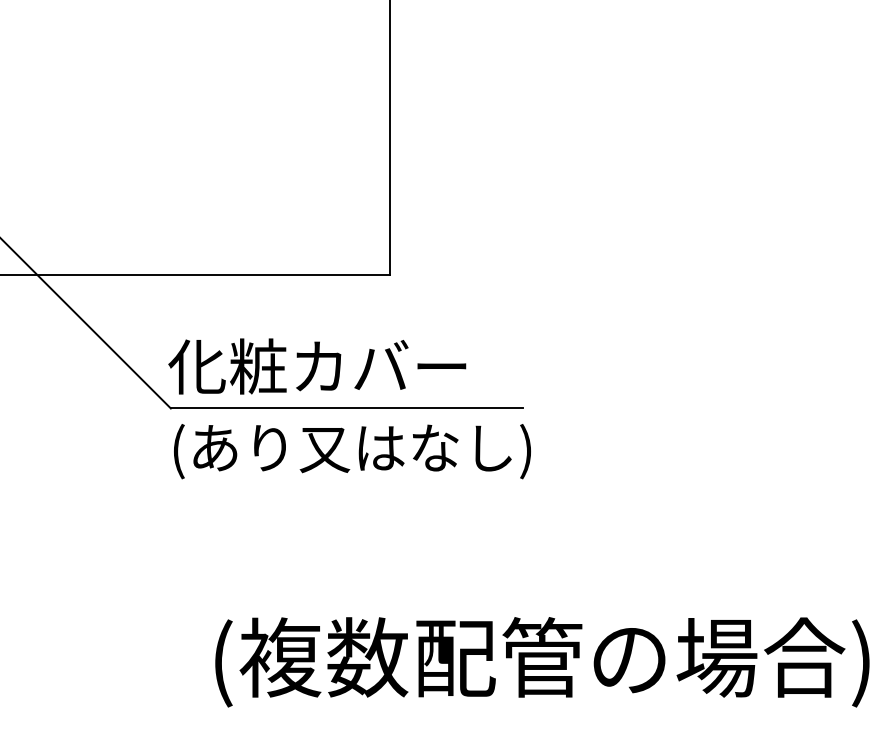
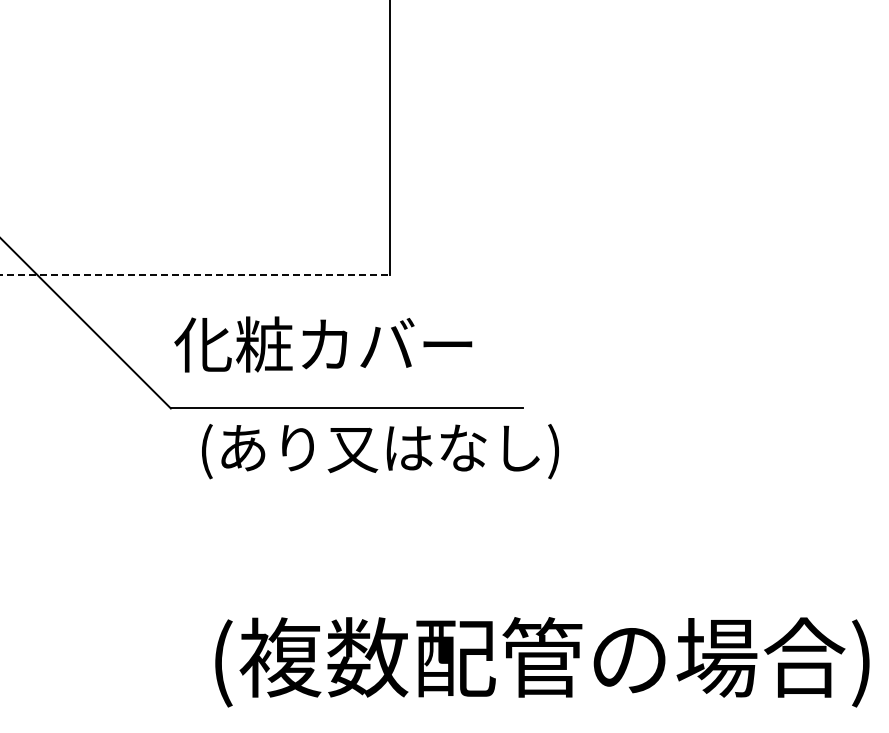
line at (195, 275): solid -> dashed
text at (317, 366) position: (317, 366) -> (323, 344)
text at (352, 451) position: (352, 451) -> (380, 451)
